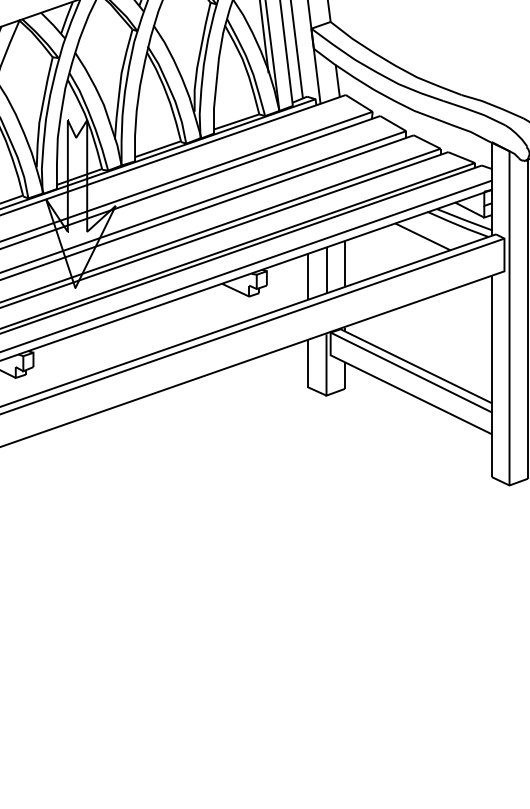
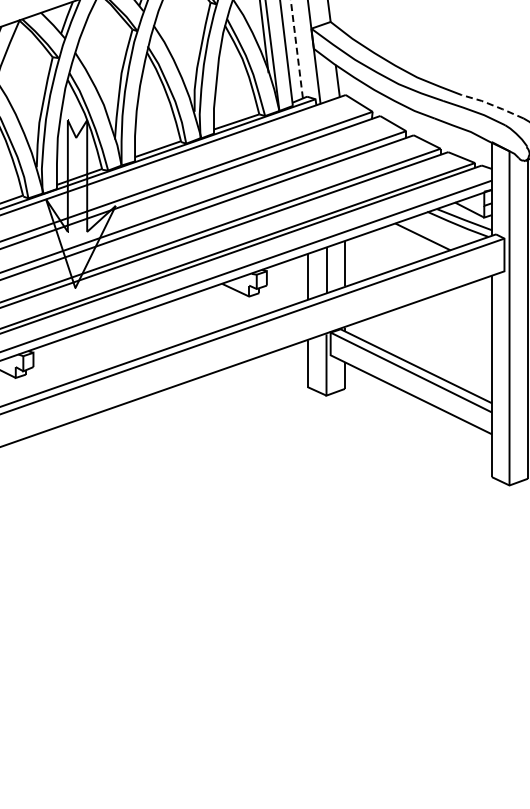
line at (296, 48): solid -> dashed
line at (492, 105): solid -> dashed
